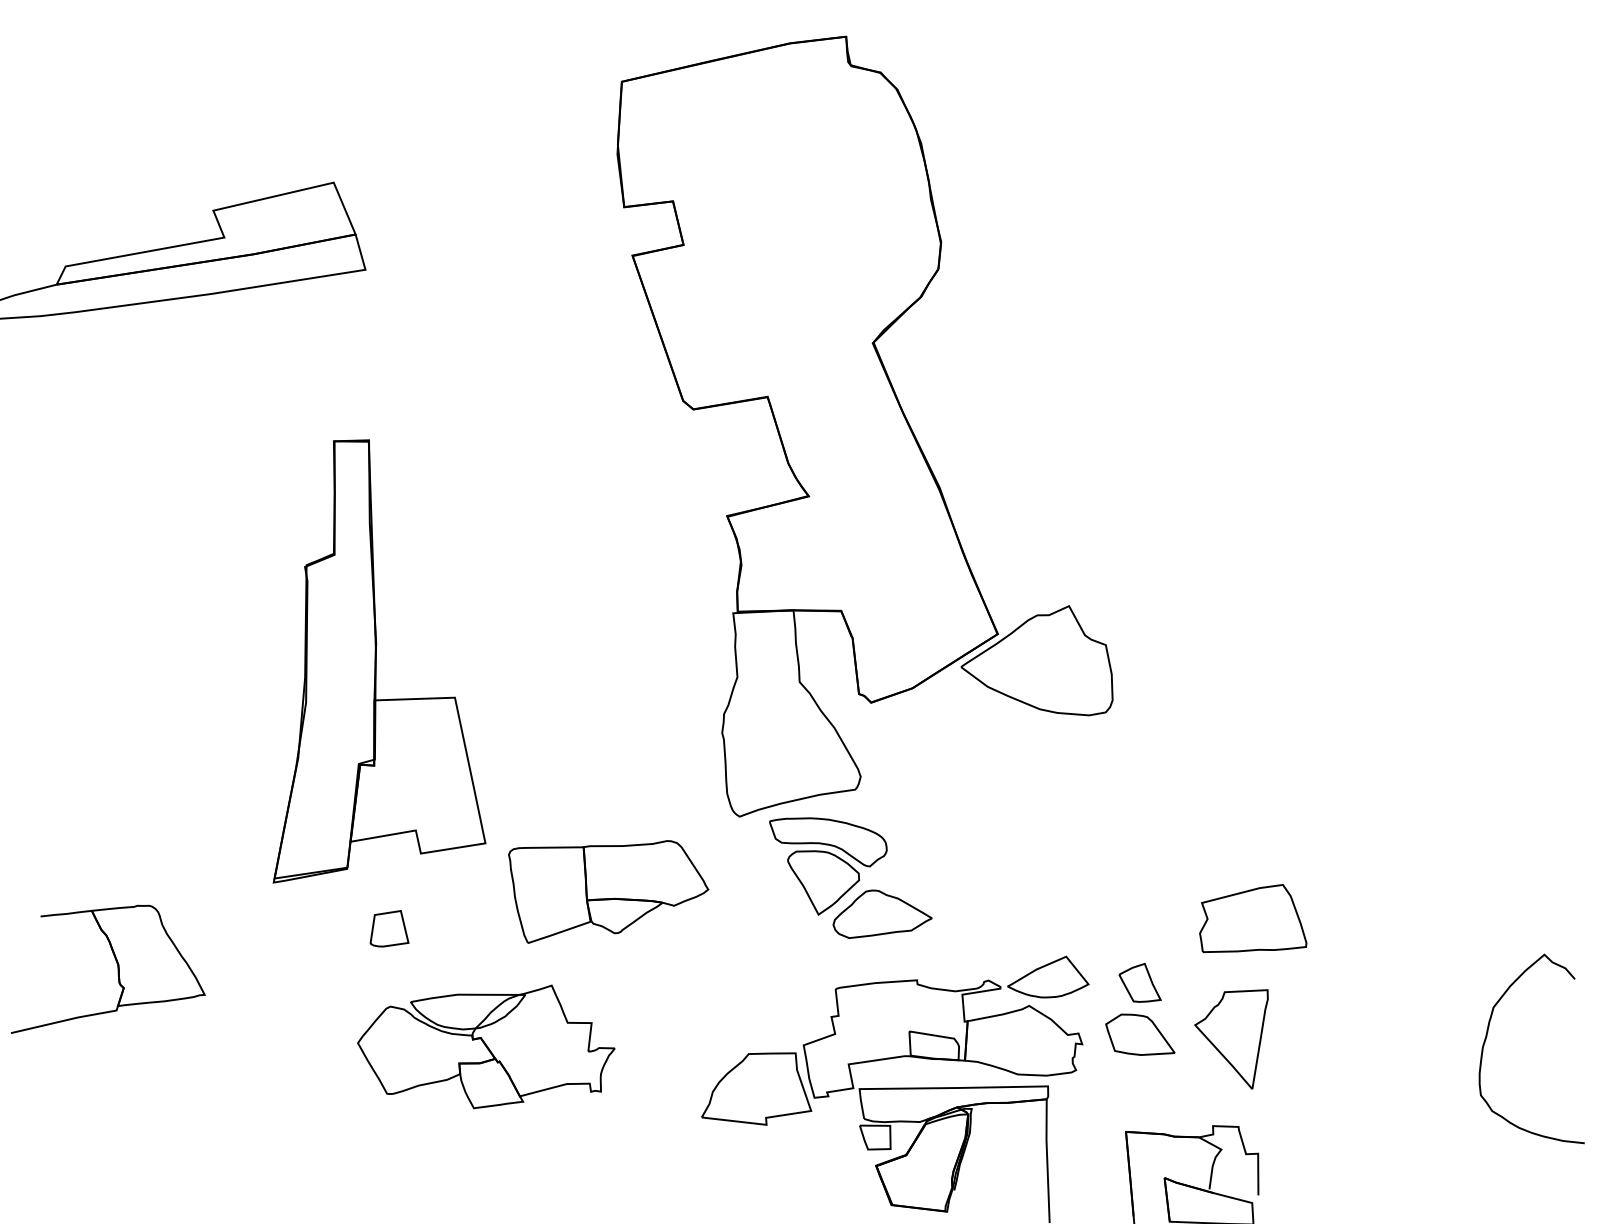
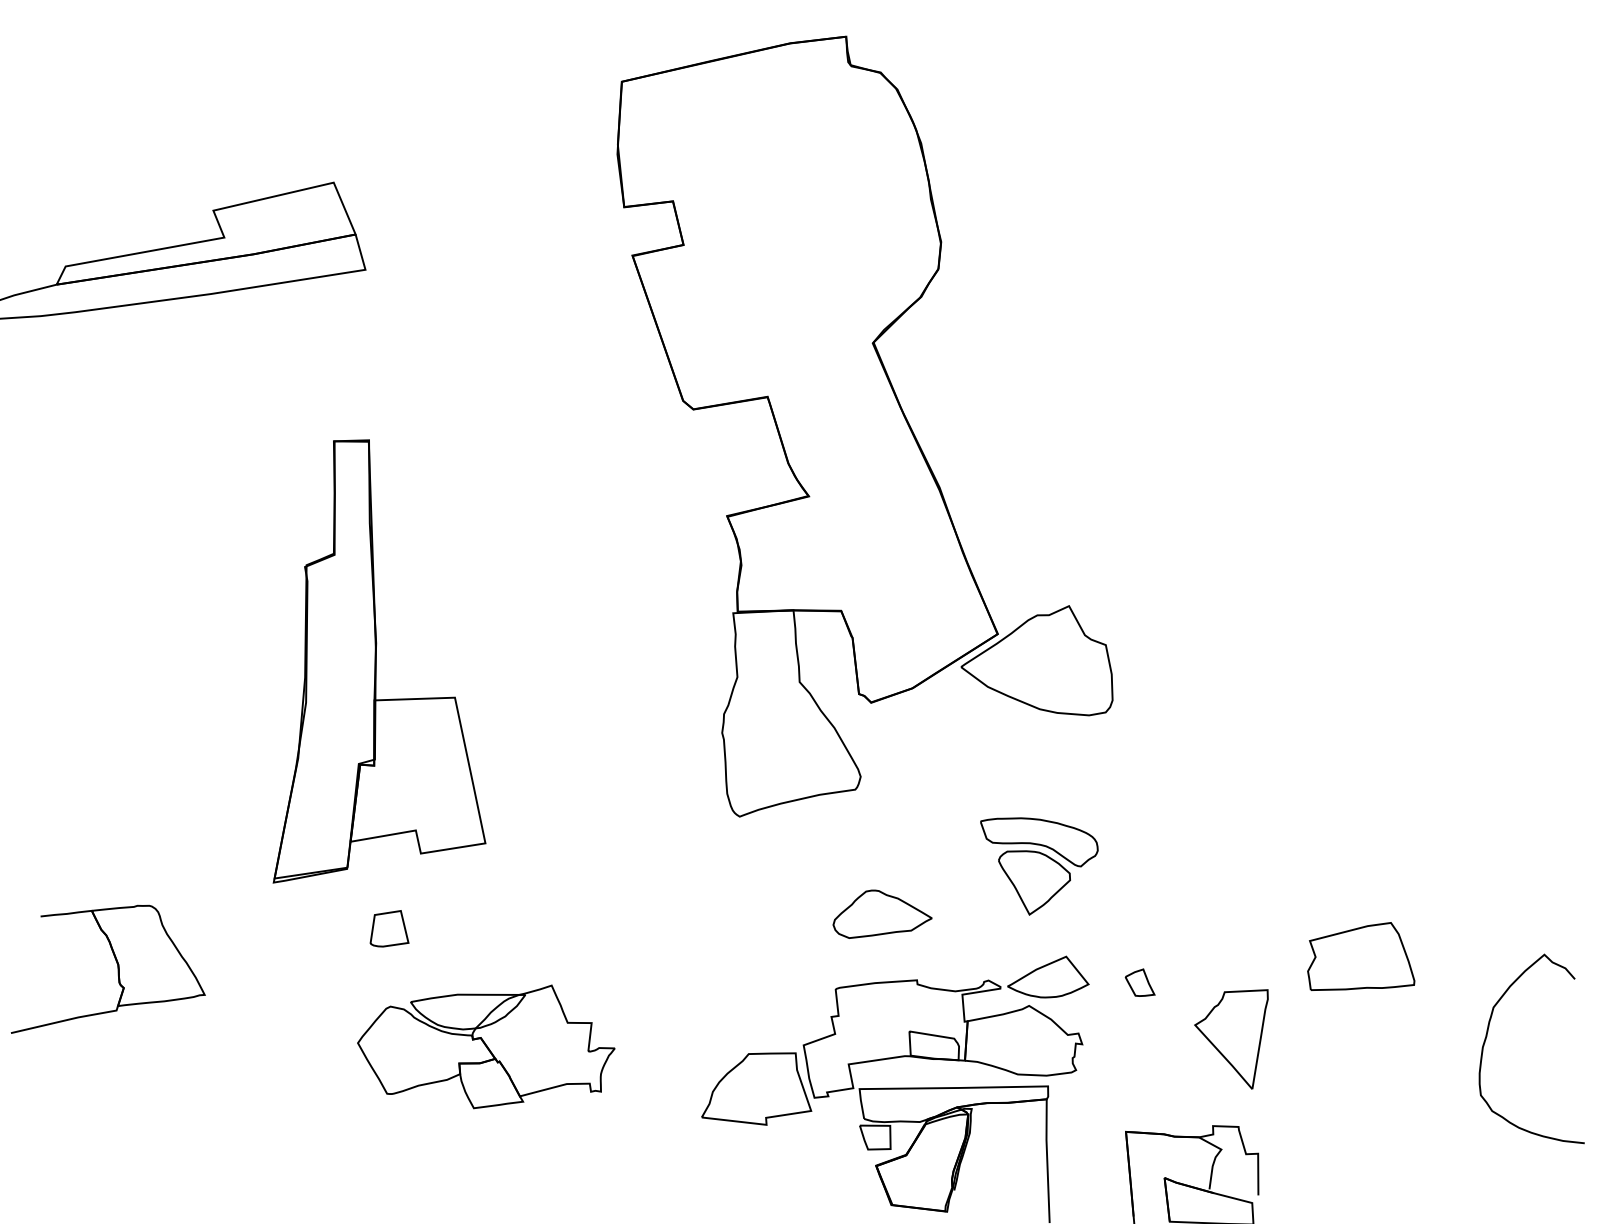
part at (828, 866) position: (828, 866) -> (1039, 866)
part at (608, 891): present -> none
part at (1253, 918) position: (1253, 918) -> (1361, 956)
part at (1139, 982) size: 44x41 px -> 32x29 px
part at (1140, 1034): present -> none
